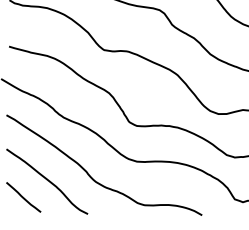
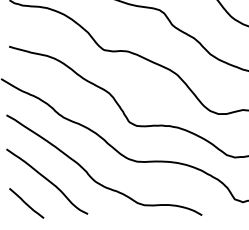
line at (23, 197) position: (23, 197) -> (26, 203)
